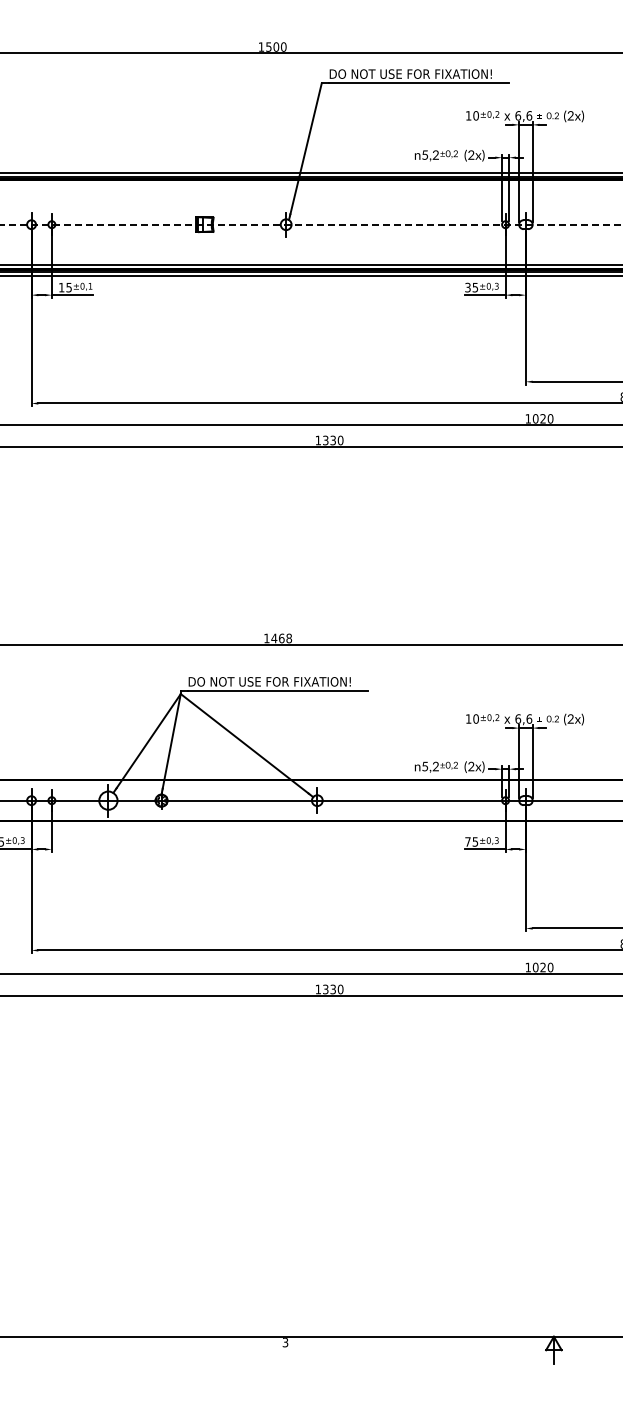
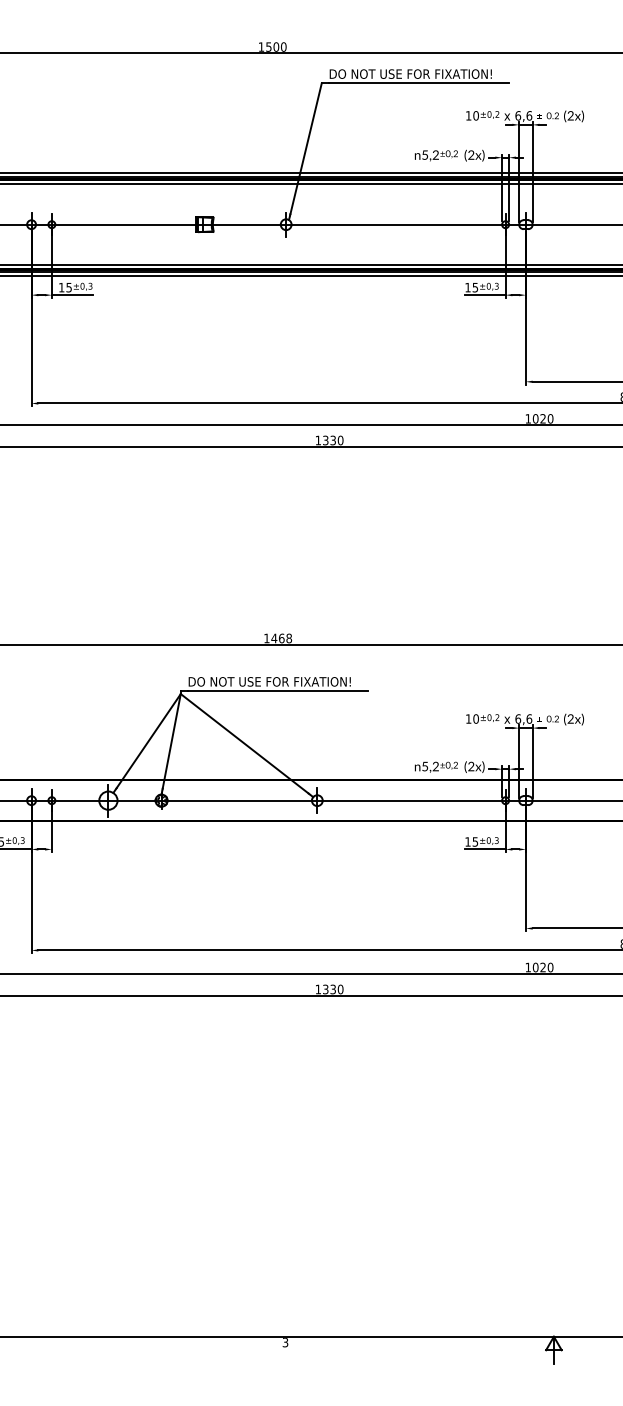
line at (310, 183): none -> present
line at (311, 224): dashed -> solid
text at (90, 285): ±0,1 -> ±0,3
text at (467, 287): 35 -> 15
text at (467, 841): 75 -> 15
